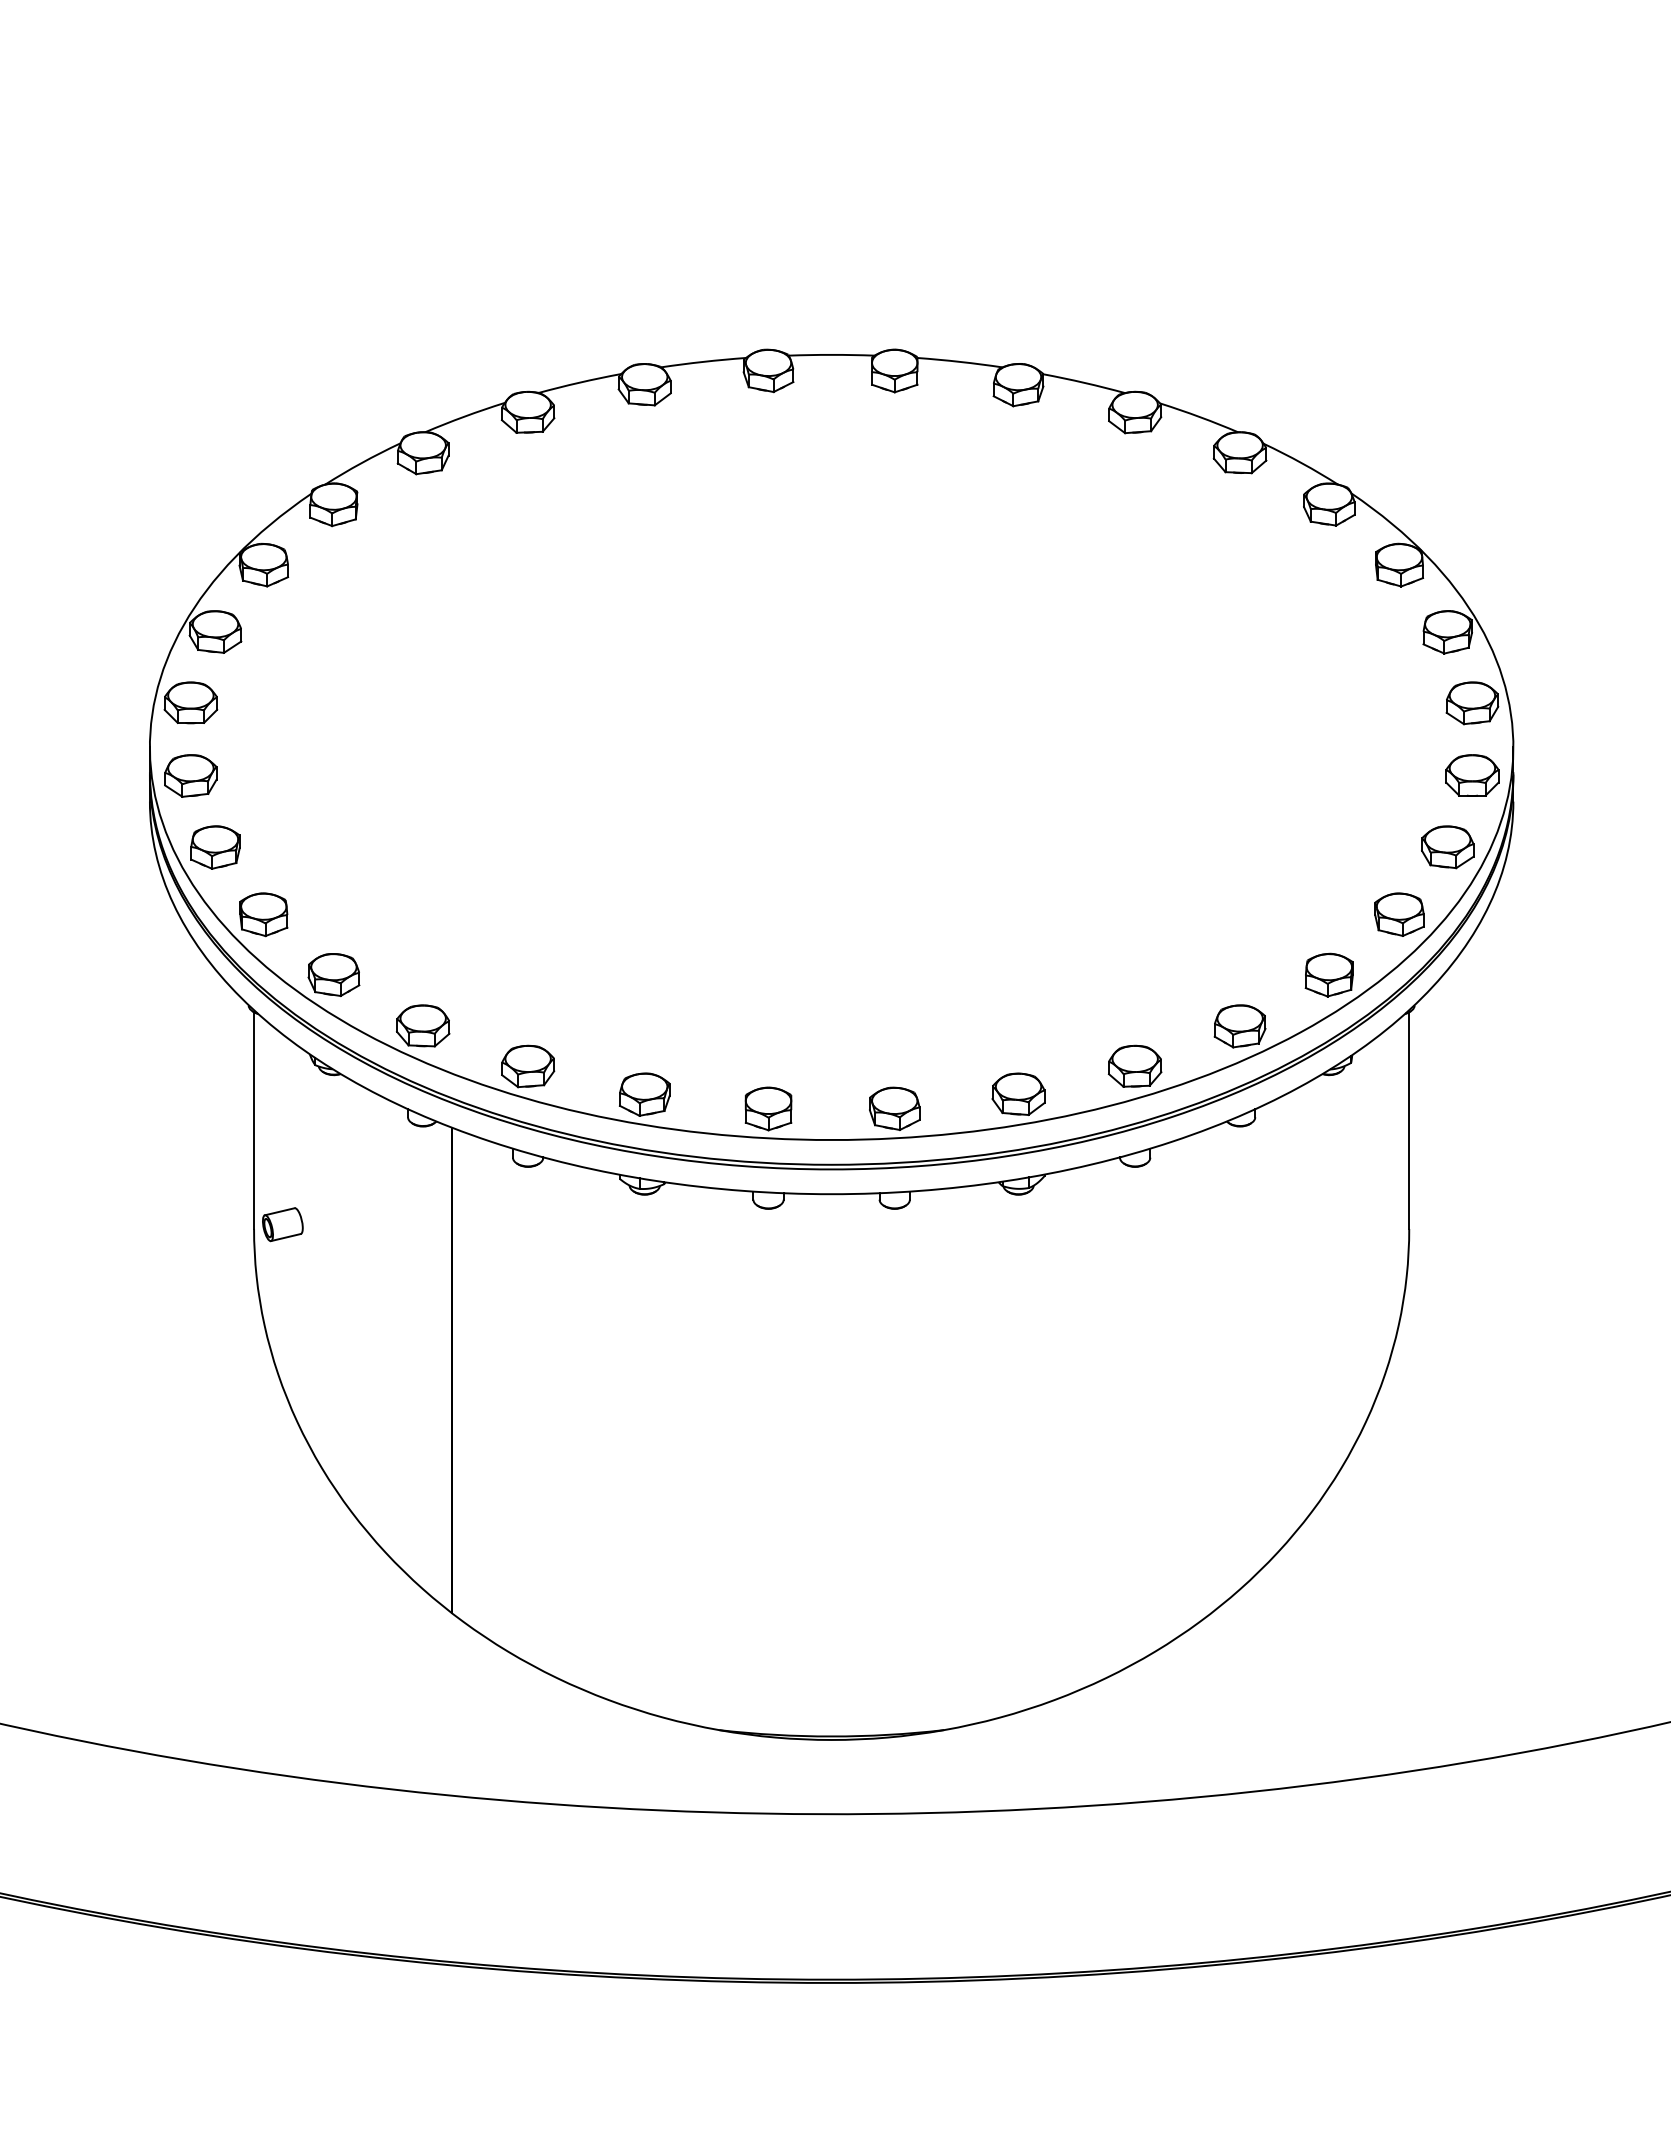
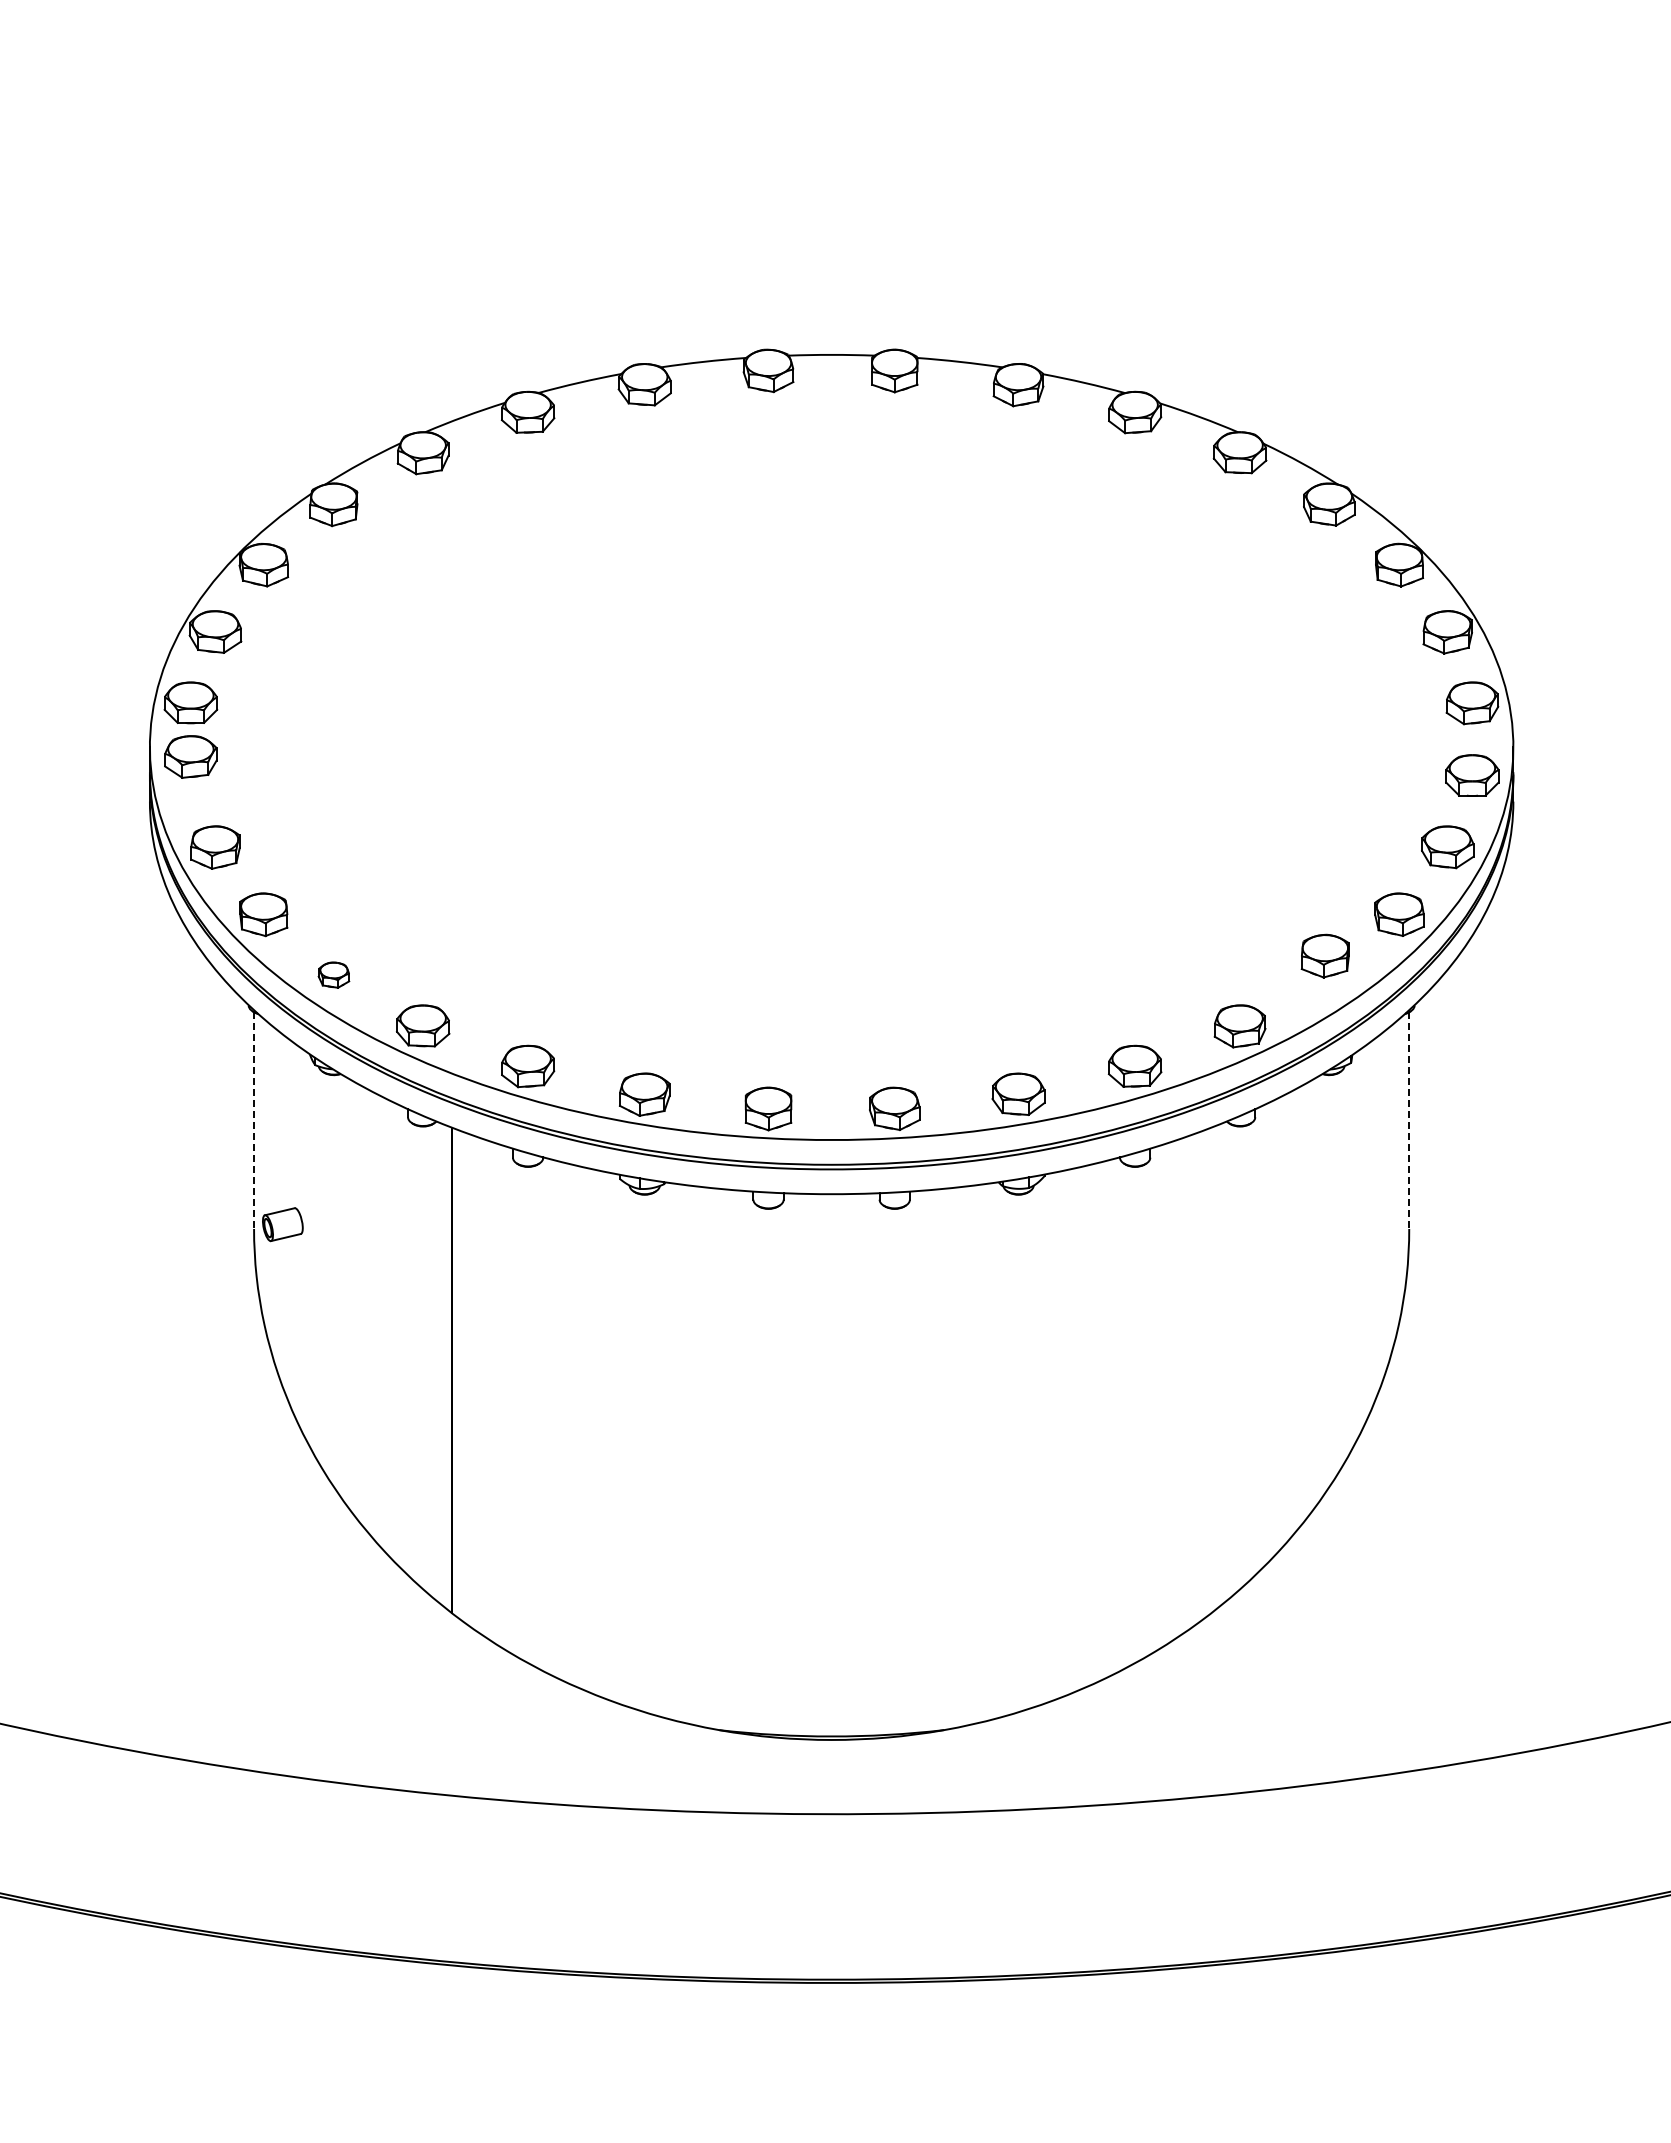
part at (190, 775) position: (190, 775) -> (190, 756)
part at (1328, 974) position: (1328, 974) -> (1324, 955)
part at (333, 975) size: 54x45 px -> 34x28 px
line at (254, 1121): solid -> dashed
line at (1409, 1121): solid -> dashed
